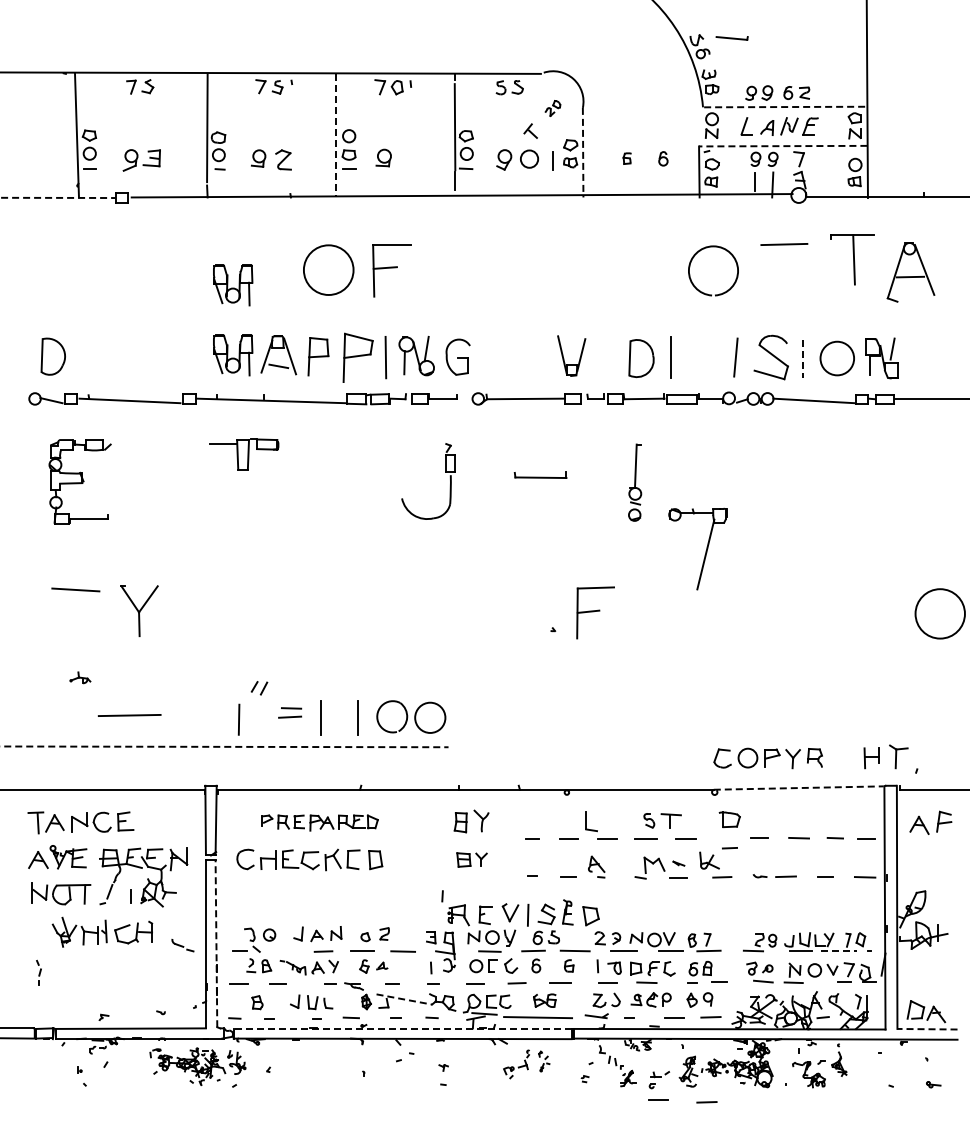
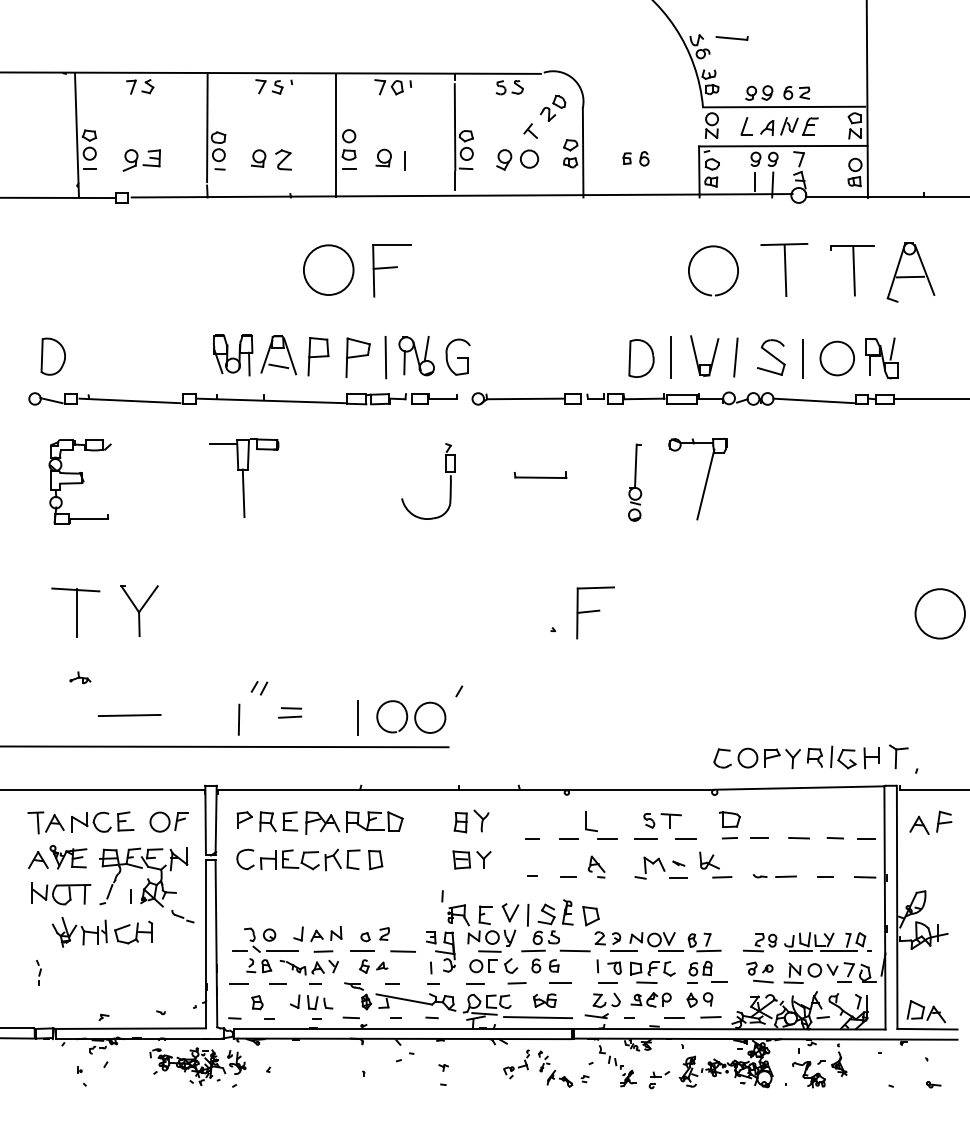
line at (783, 107): dashed -> solid
part at (552, 108) size: 18x17 px -> 28x27 px
line at (336, 135): dashed -> solid
line at (782, 146): dashed -> solid
line at (583, 152): dashed -> solid
part at (663, 158) position: (663, 158) -> (644, 158)
line at (552, 160) position: (552, 160) -> (404, 160)
line at (58, 197): dashed -> solid
part at (852, 259) position: (852, 259) -> (852, 270)
line at (785, 270): none -> present
part at (233, 285): present -> none
part at (357, 357) size: 32x51 px -> 26x41 px
part at (770, 357) size: 36x47 px -> 29x37 px
part at (564, 358) position: (564, 358) -> (697, 358)
line at (802, 359): dashed -> solid
line at (243, 493): none -> present
part at (705, 550) position: (705, 550) -> (705, 480)
line at (77, 612): none -> present
line at (459, 691): none -> present
line at (320, 717): present -> none
line at (224, 746): dashed -> solid
part at (843, 757): none -> present
line at (798, 788): dashed -> solid
part at (168, 821): none -> present
part at (319, 822) size: 118x18 px -> 168x24 px
line at (729, 848) position: (729, 848) -> (729, 838)
part at (471, 859) size: 32x16 px -> 40x20 px
line at (216, 943): dashed -> solid
part at (182, 945) position: (182, 945) -> (182, 916)
line at (282, 951): none -> present
line at (839, 951): dashed -> solid
part at (569, 965) position: (569, 965) -> (554, 965)
line at (330, 983) position: (330, 983) -> (315, 983)
line at (404, 999): dashed -> solid
line at (402, 1028): dashed -> solid
line at (926, 1029): dashed -> solid
part at (559, 1078): none -> present
line at (658, 1099): present -> none
line at (706, 1102): present -> none
